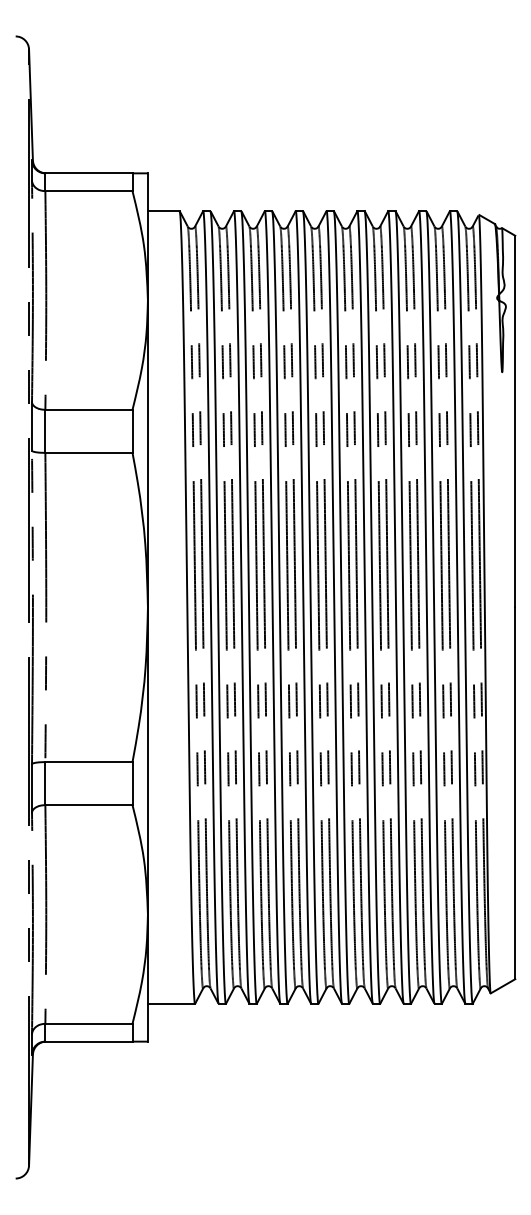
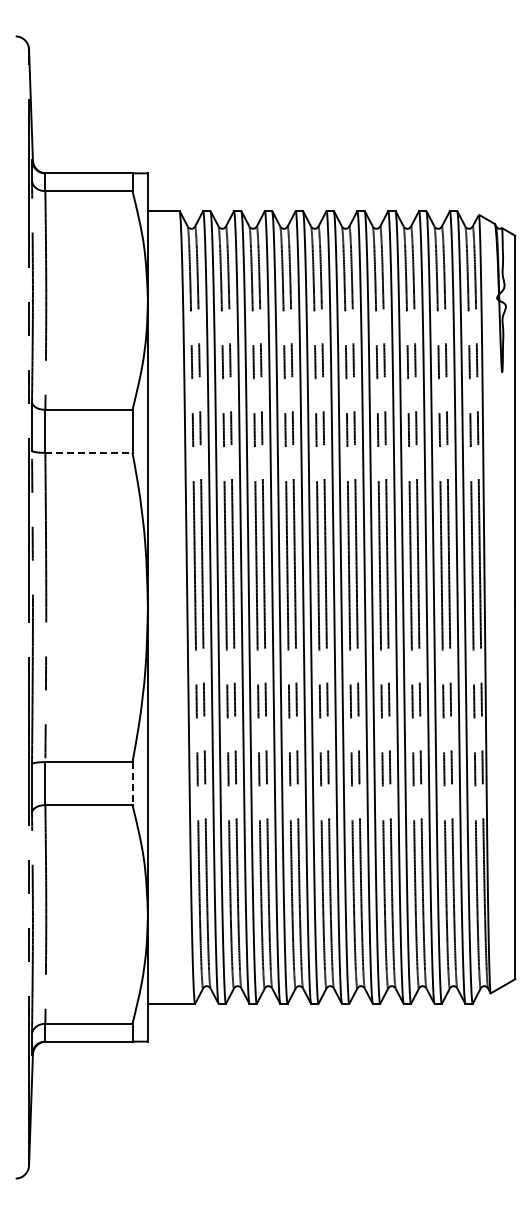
line at (88, 452): solid -> dashed
line at (132, 783): solid -> dashed
